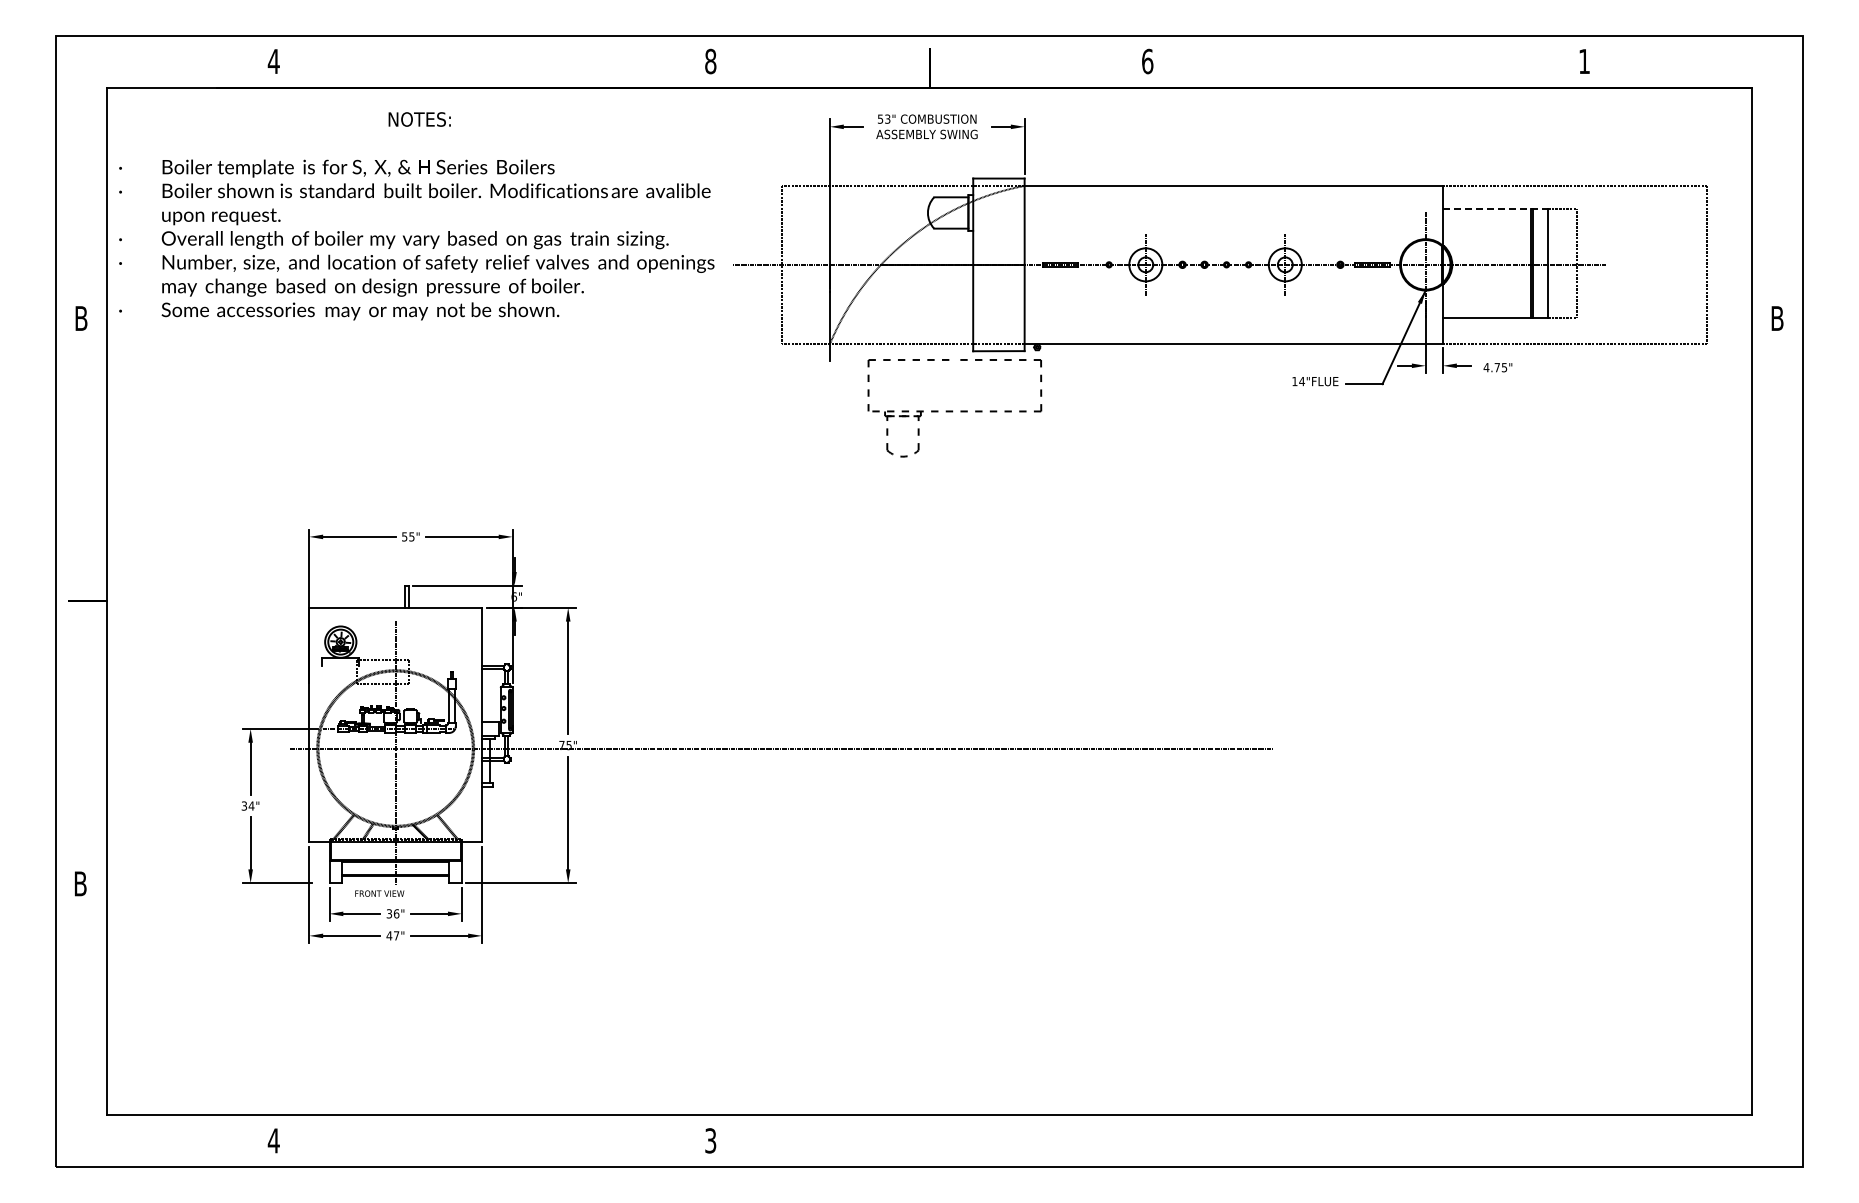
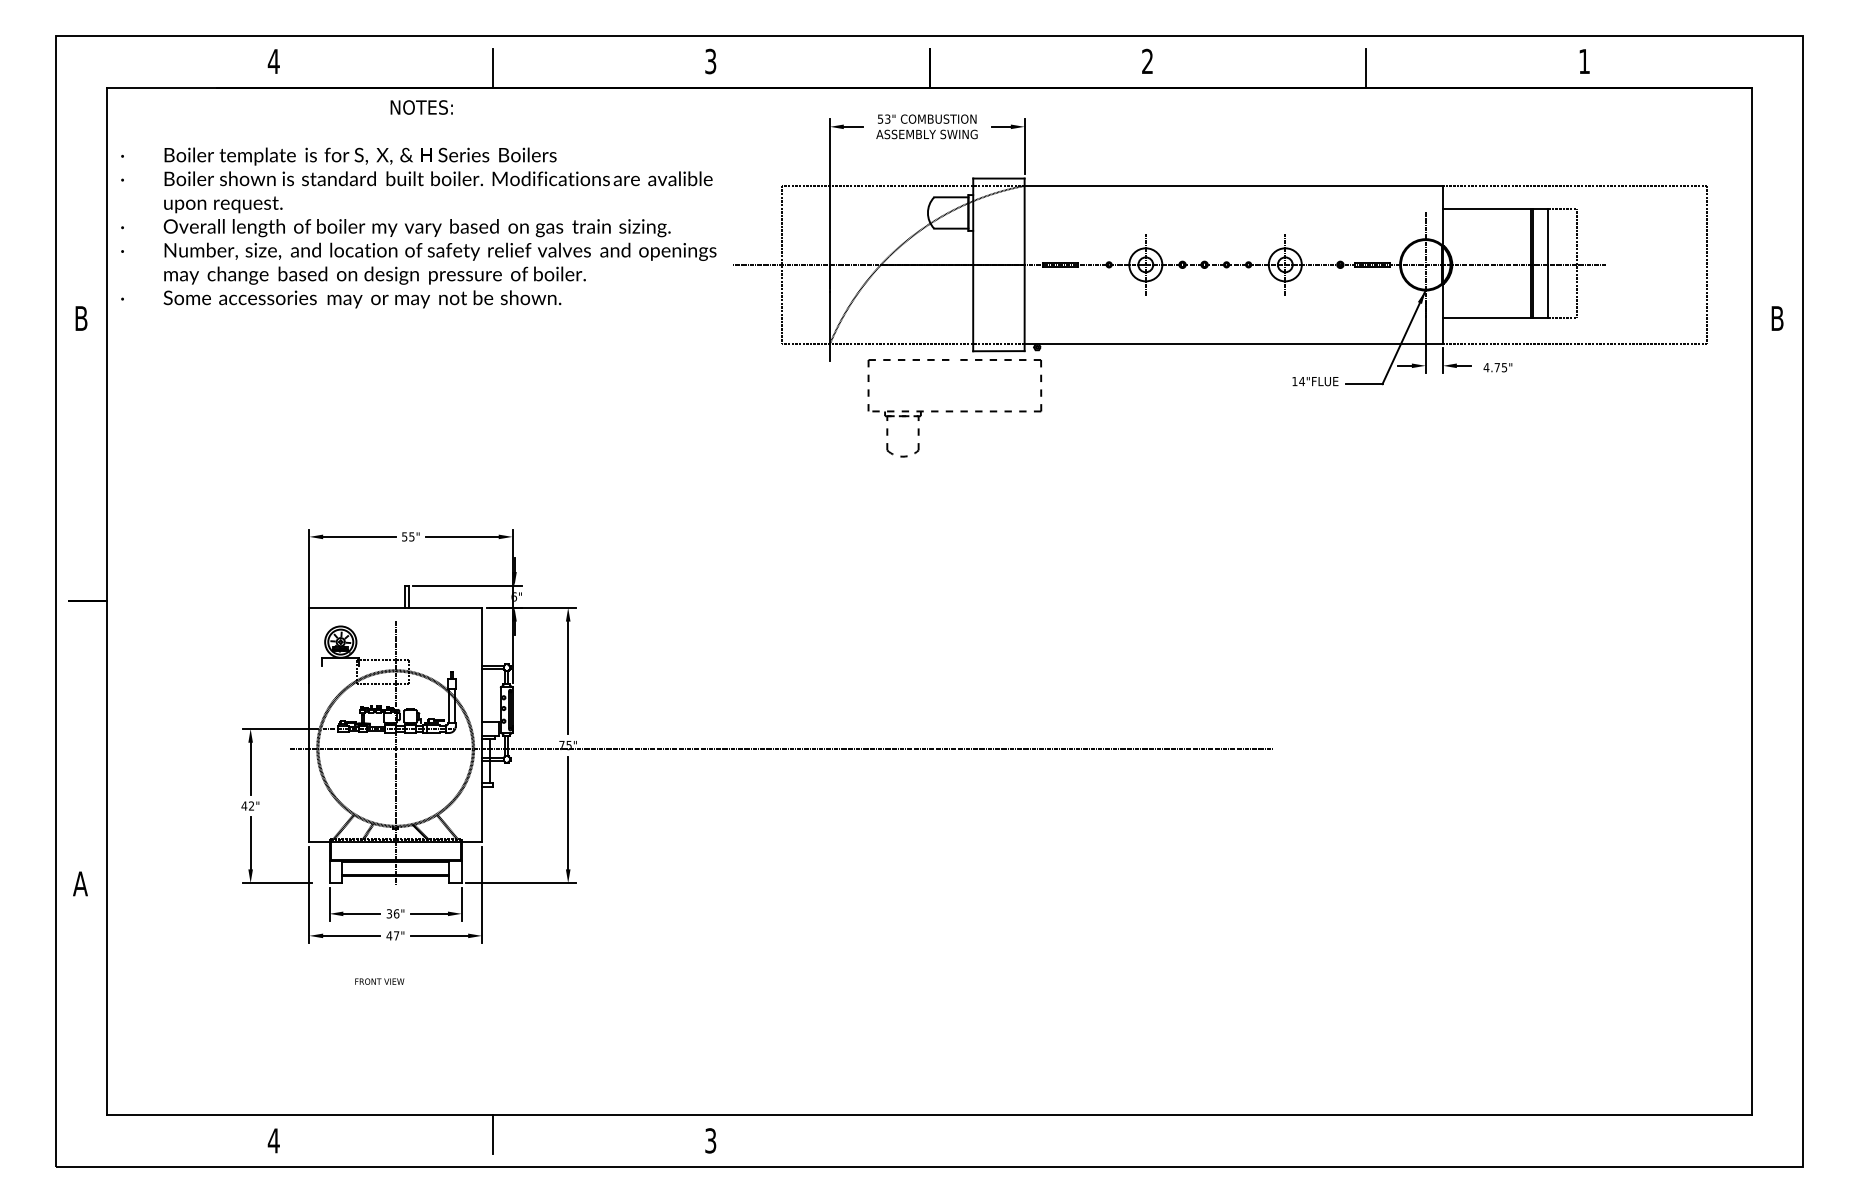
text at (710, 61): 8 -> 3
text at (1147, 61): 6 -> 2
line at (492, 67): none -> present
line at (1366, 67): none -> present
line at (1495, 209): dashed -> solid
text at (416, 216) position: (416, 216) -> (418, 204)
text at (247, 805): 34" -> 42"
text at (80, 883): B -> A
text at (379, 893) position: (379, 893) -> (379, 981)
line at (492, 1134): none -> present
